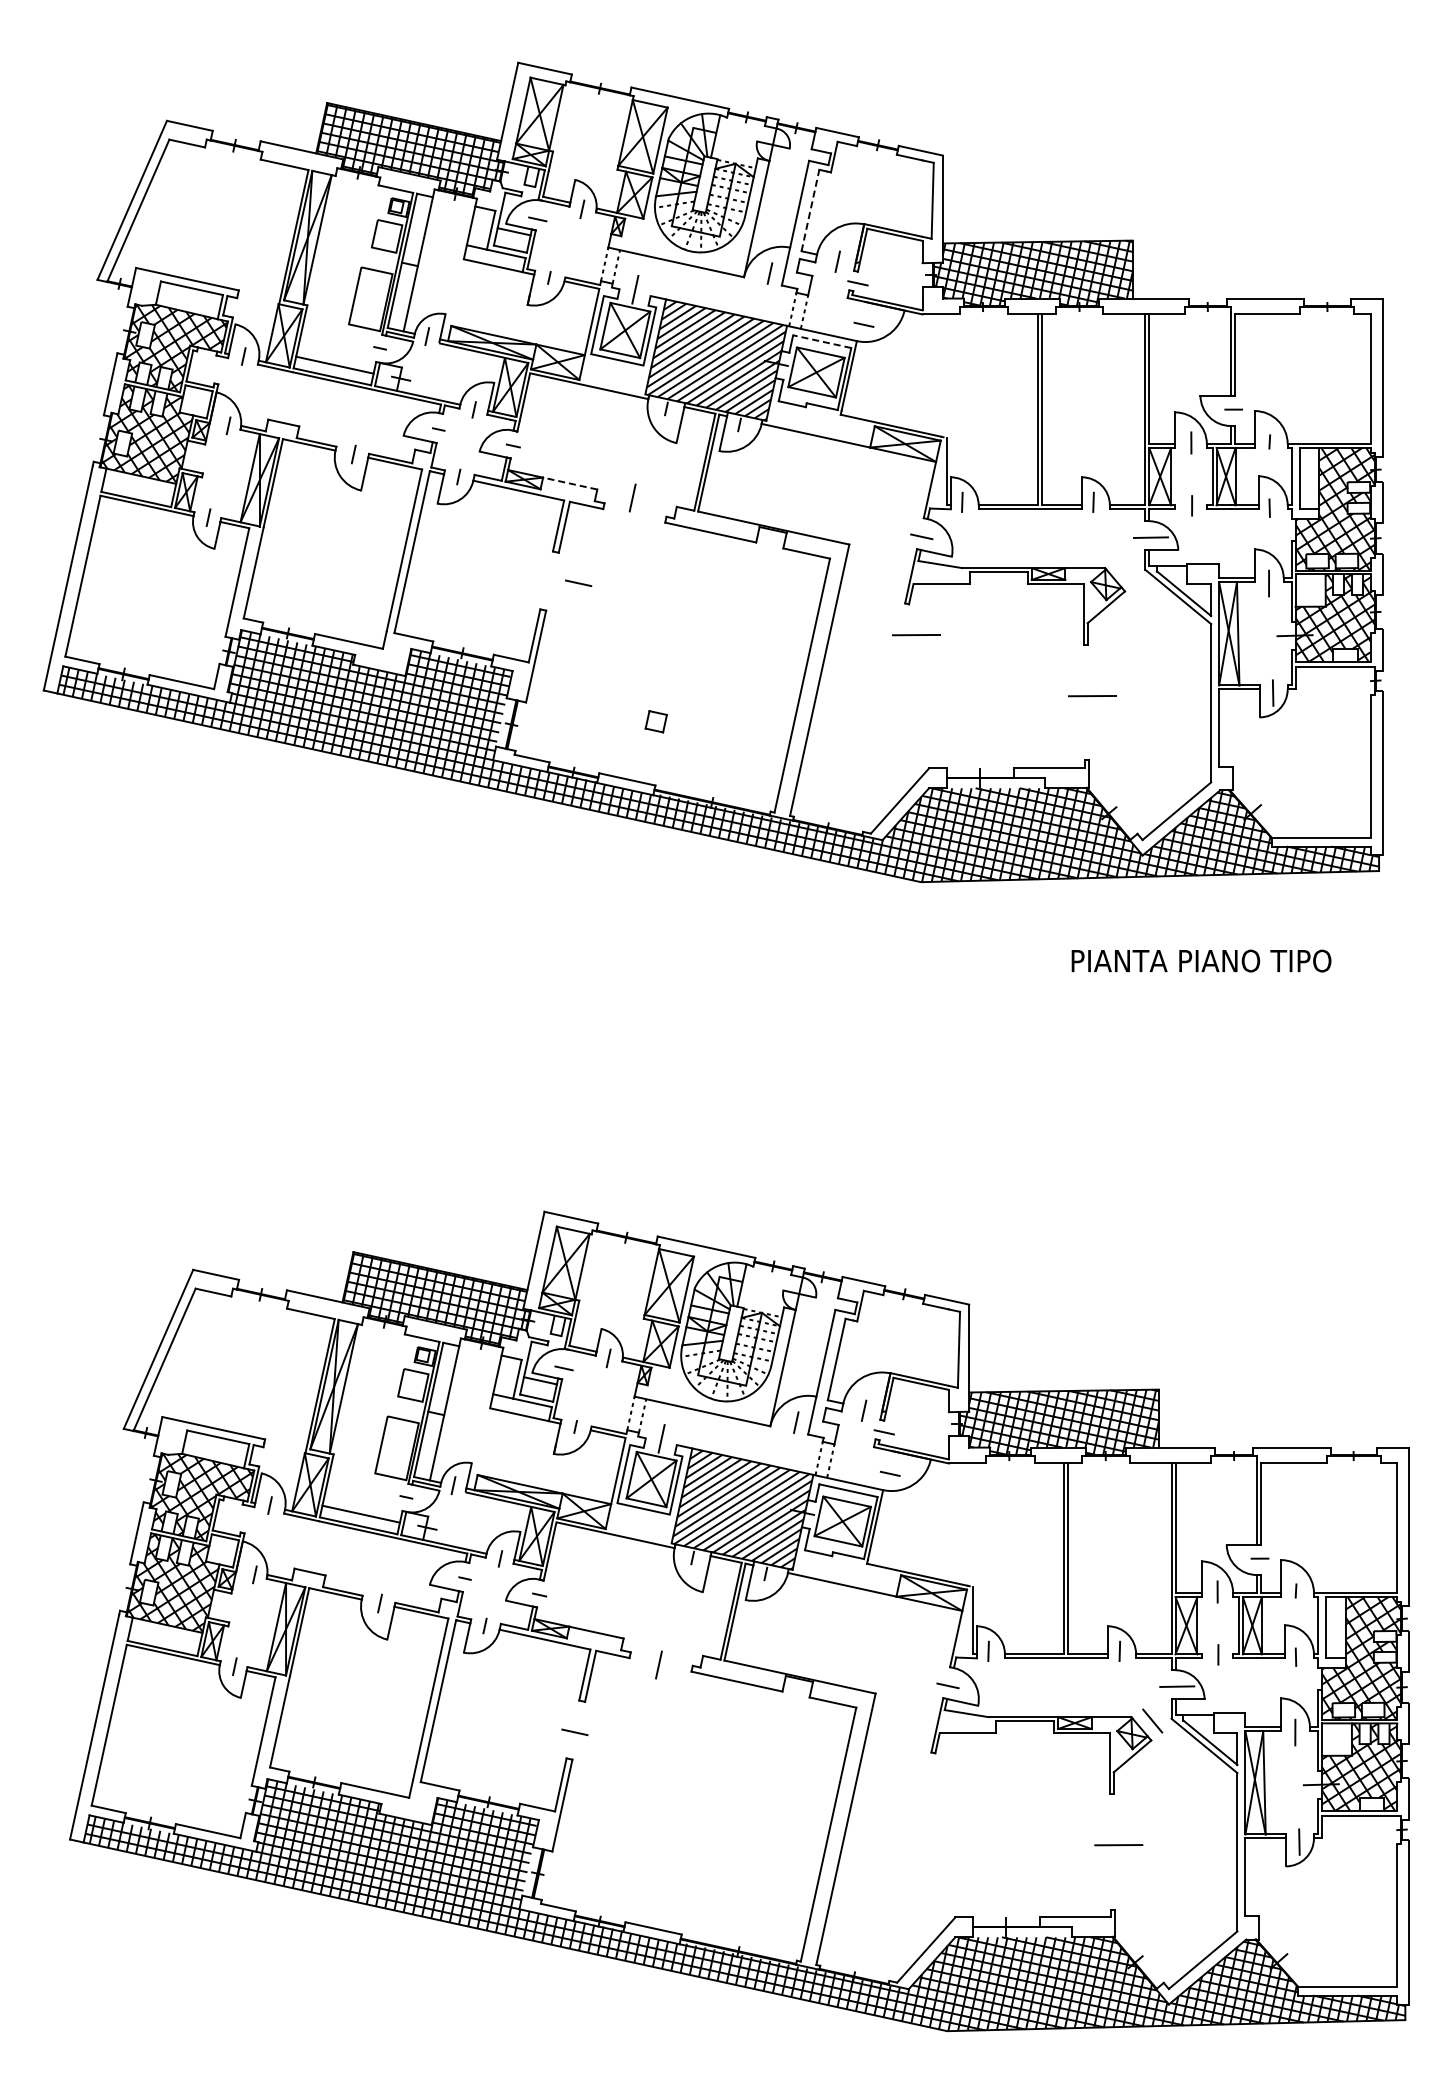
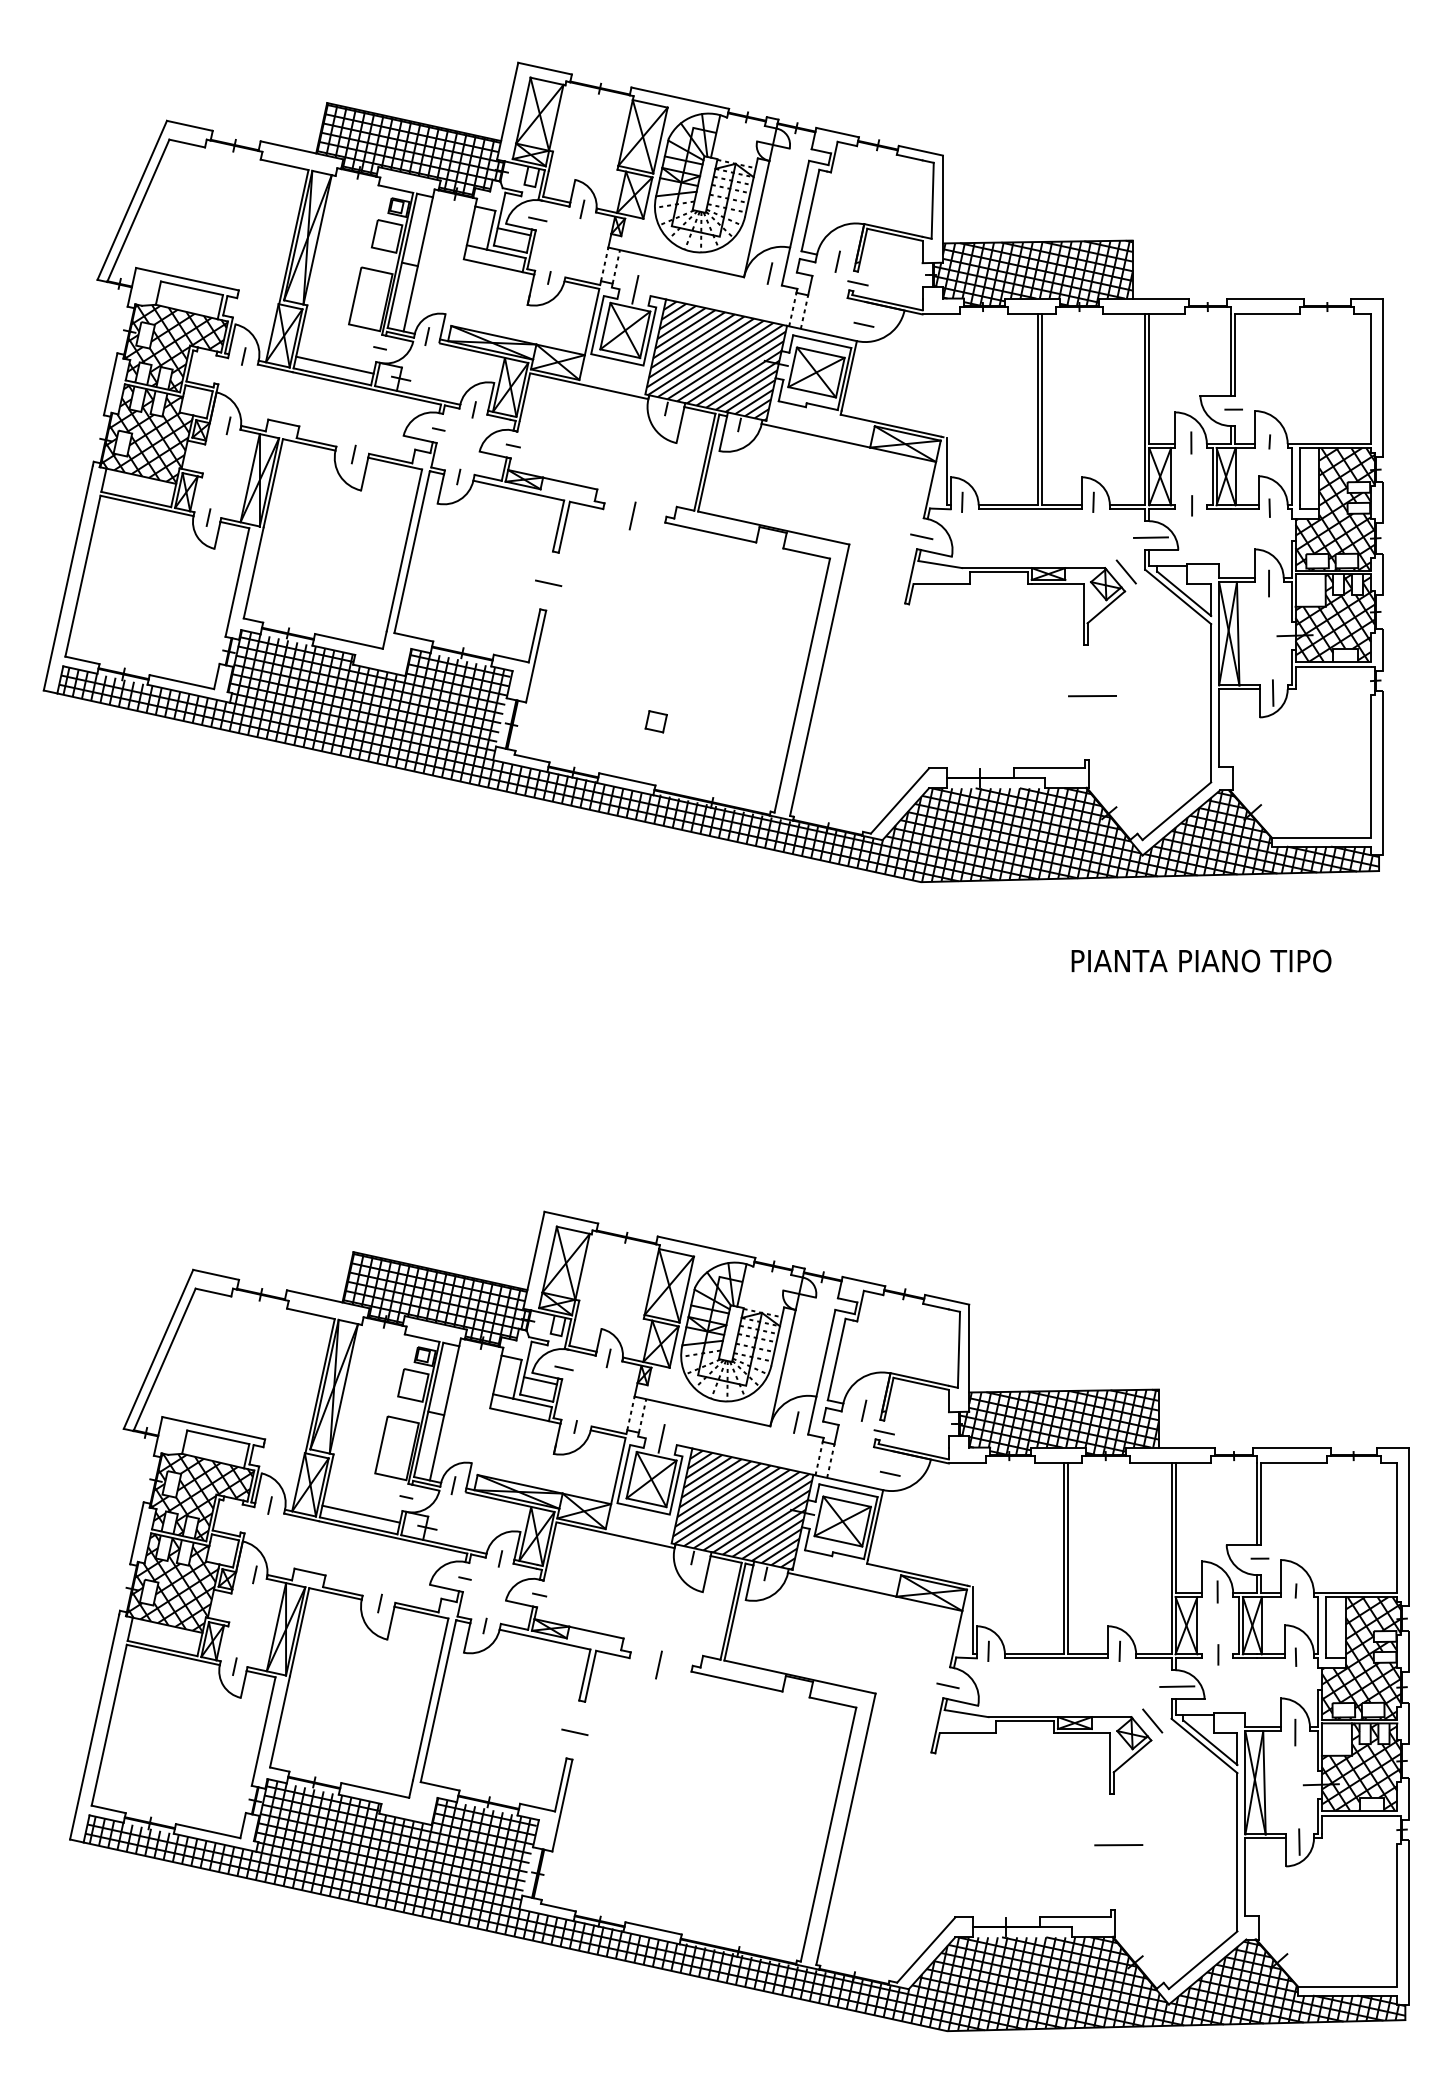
line at (810, 210): dashed -> solid
line at (822, 341): dashed -> solid
line at (570, 483): dashed -> solid
line at (632, 497) position: (632, 497) -> (632, 515)
line at (1125, 571): none -> present
line at (578, 582) position: (578, 582) -> (548, 582)
line at (916, 635): present -> none
